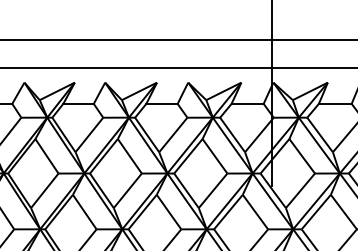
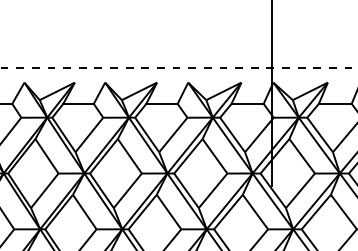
line at (178, 40): present -> none
line at (179, 68): solid -> dashed
